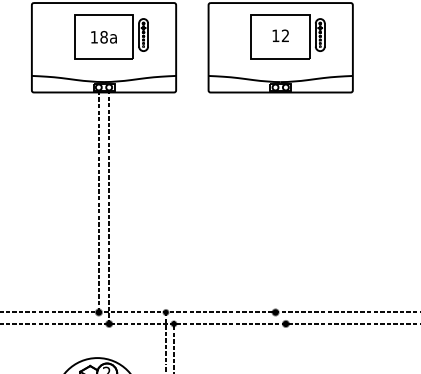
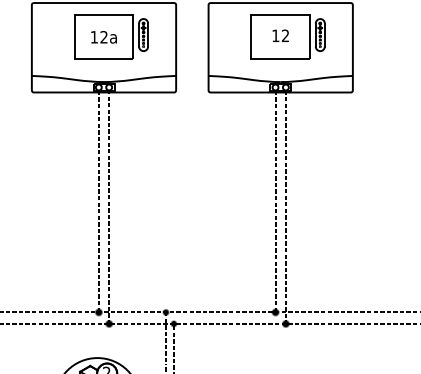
text at (103, 37): 18a -> 12a
line at (275, 201): none -> present
line at (285, 206): none -> present
